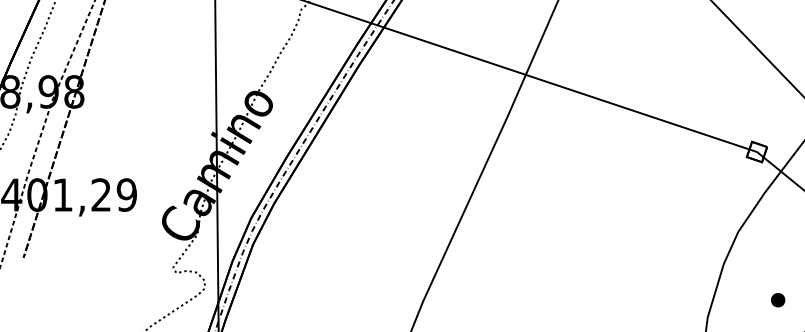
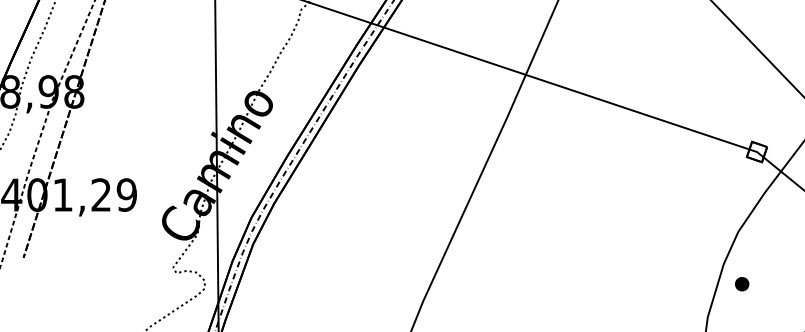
part at (778, 300) position: (778, 300) -> (742, 284)
